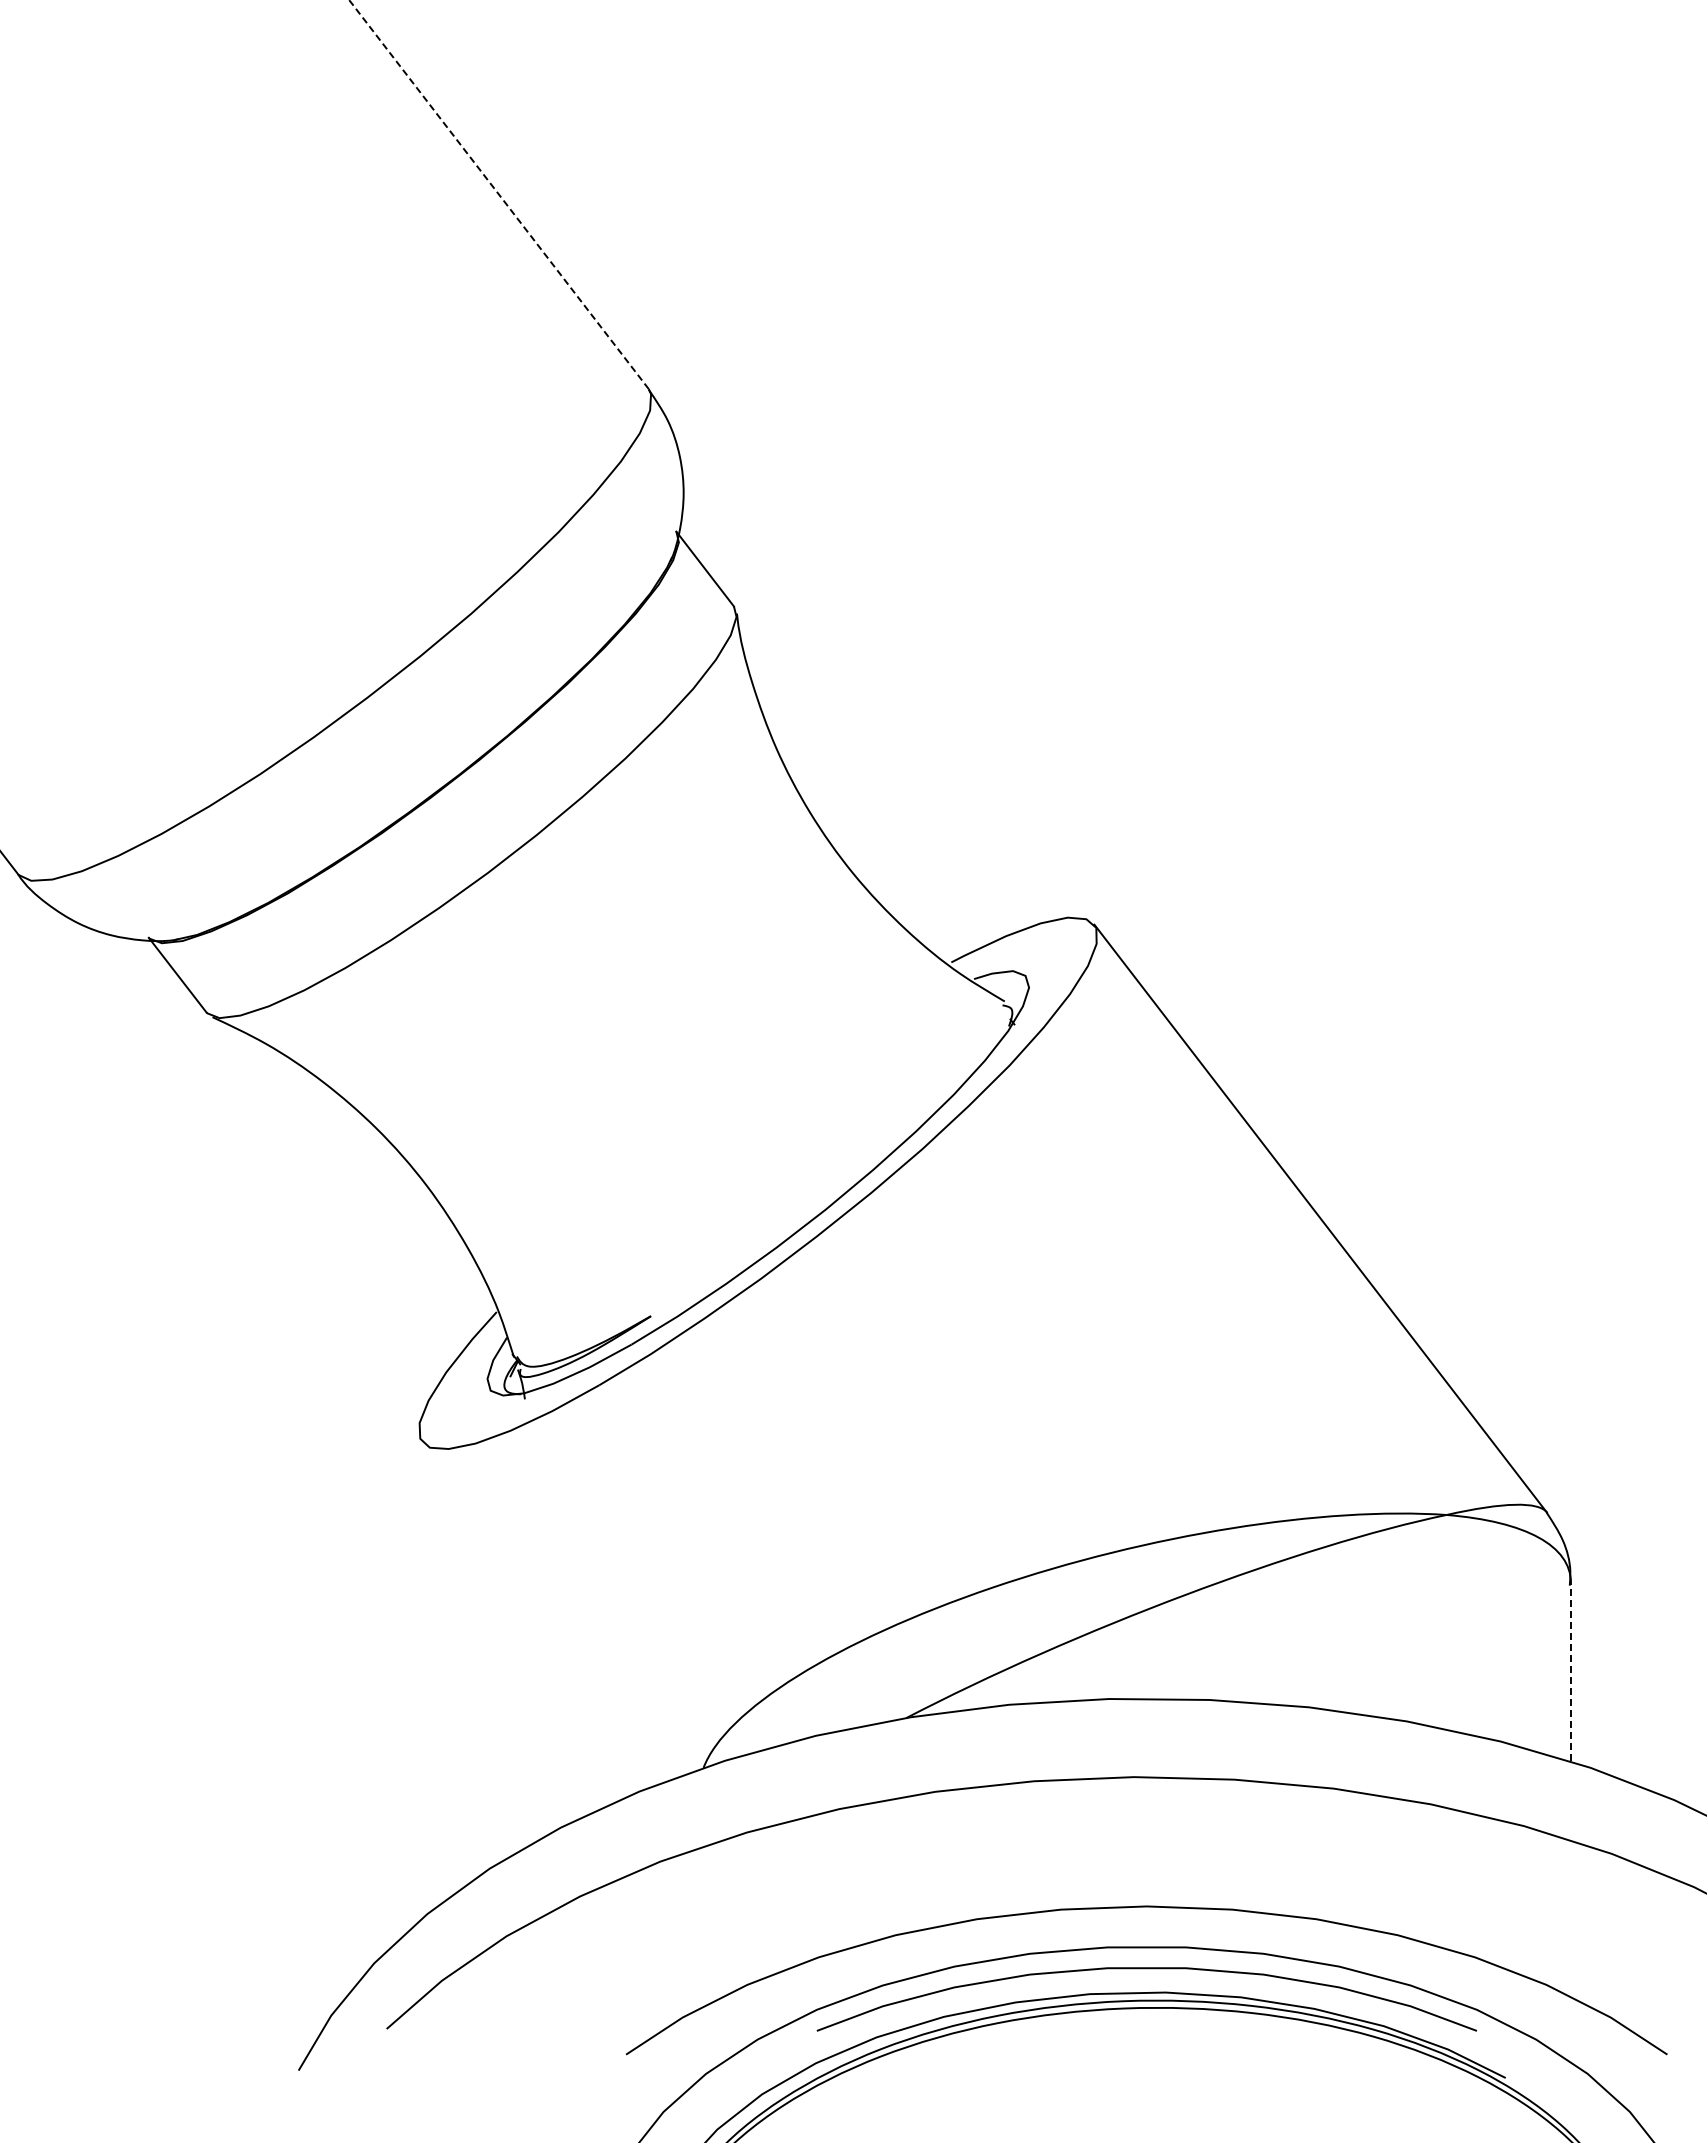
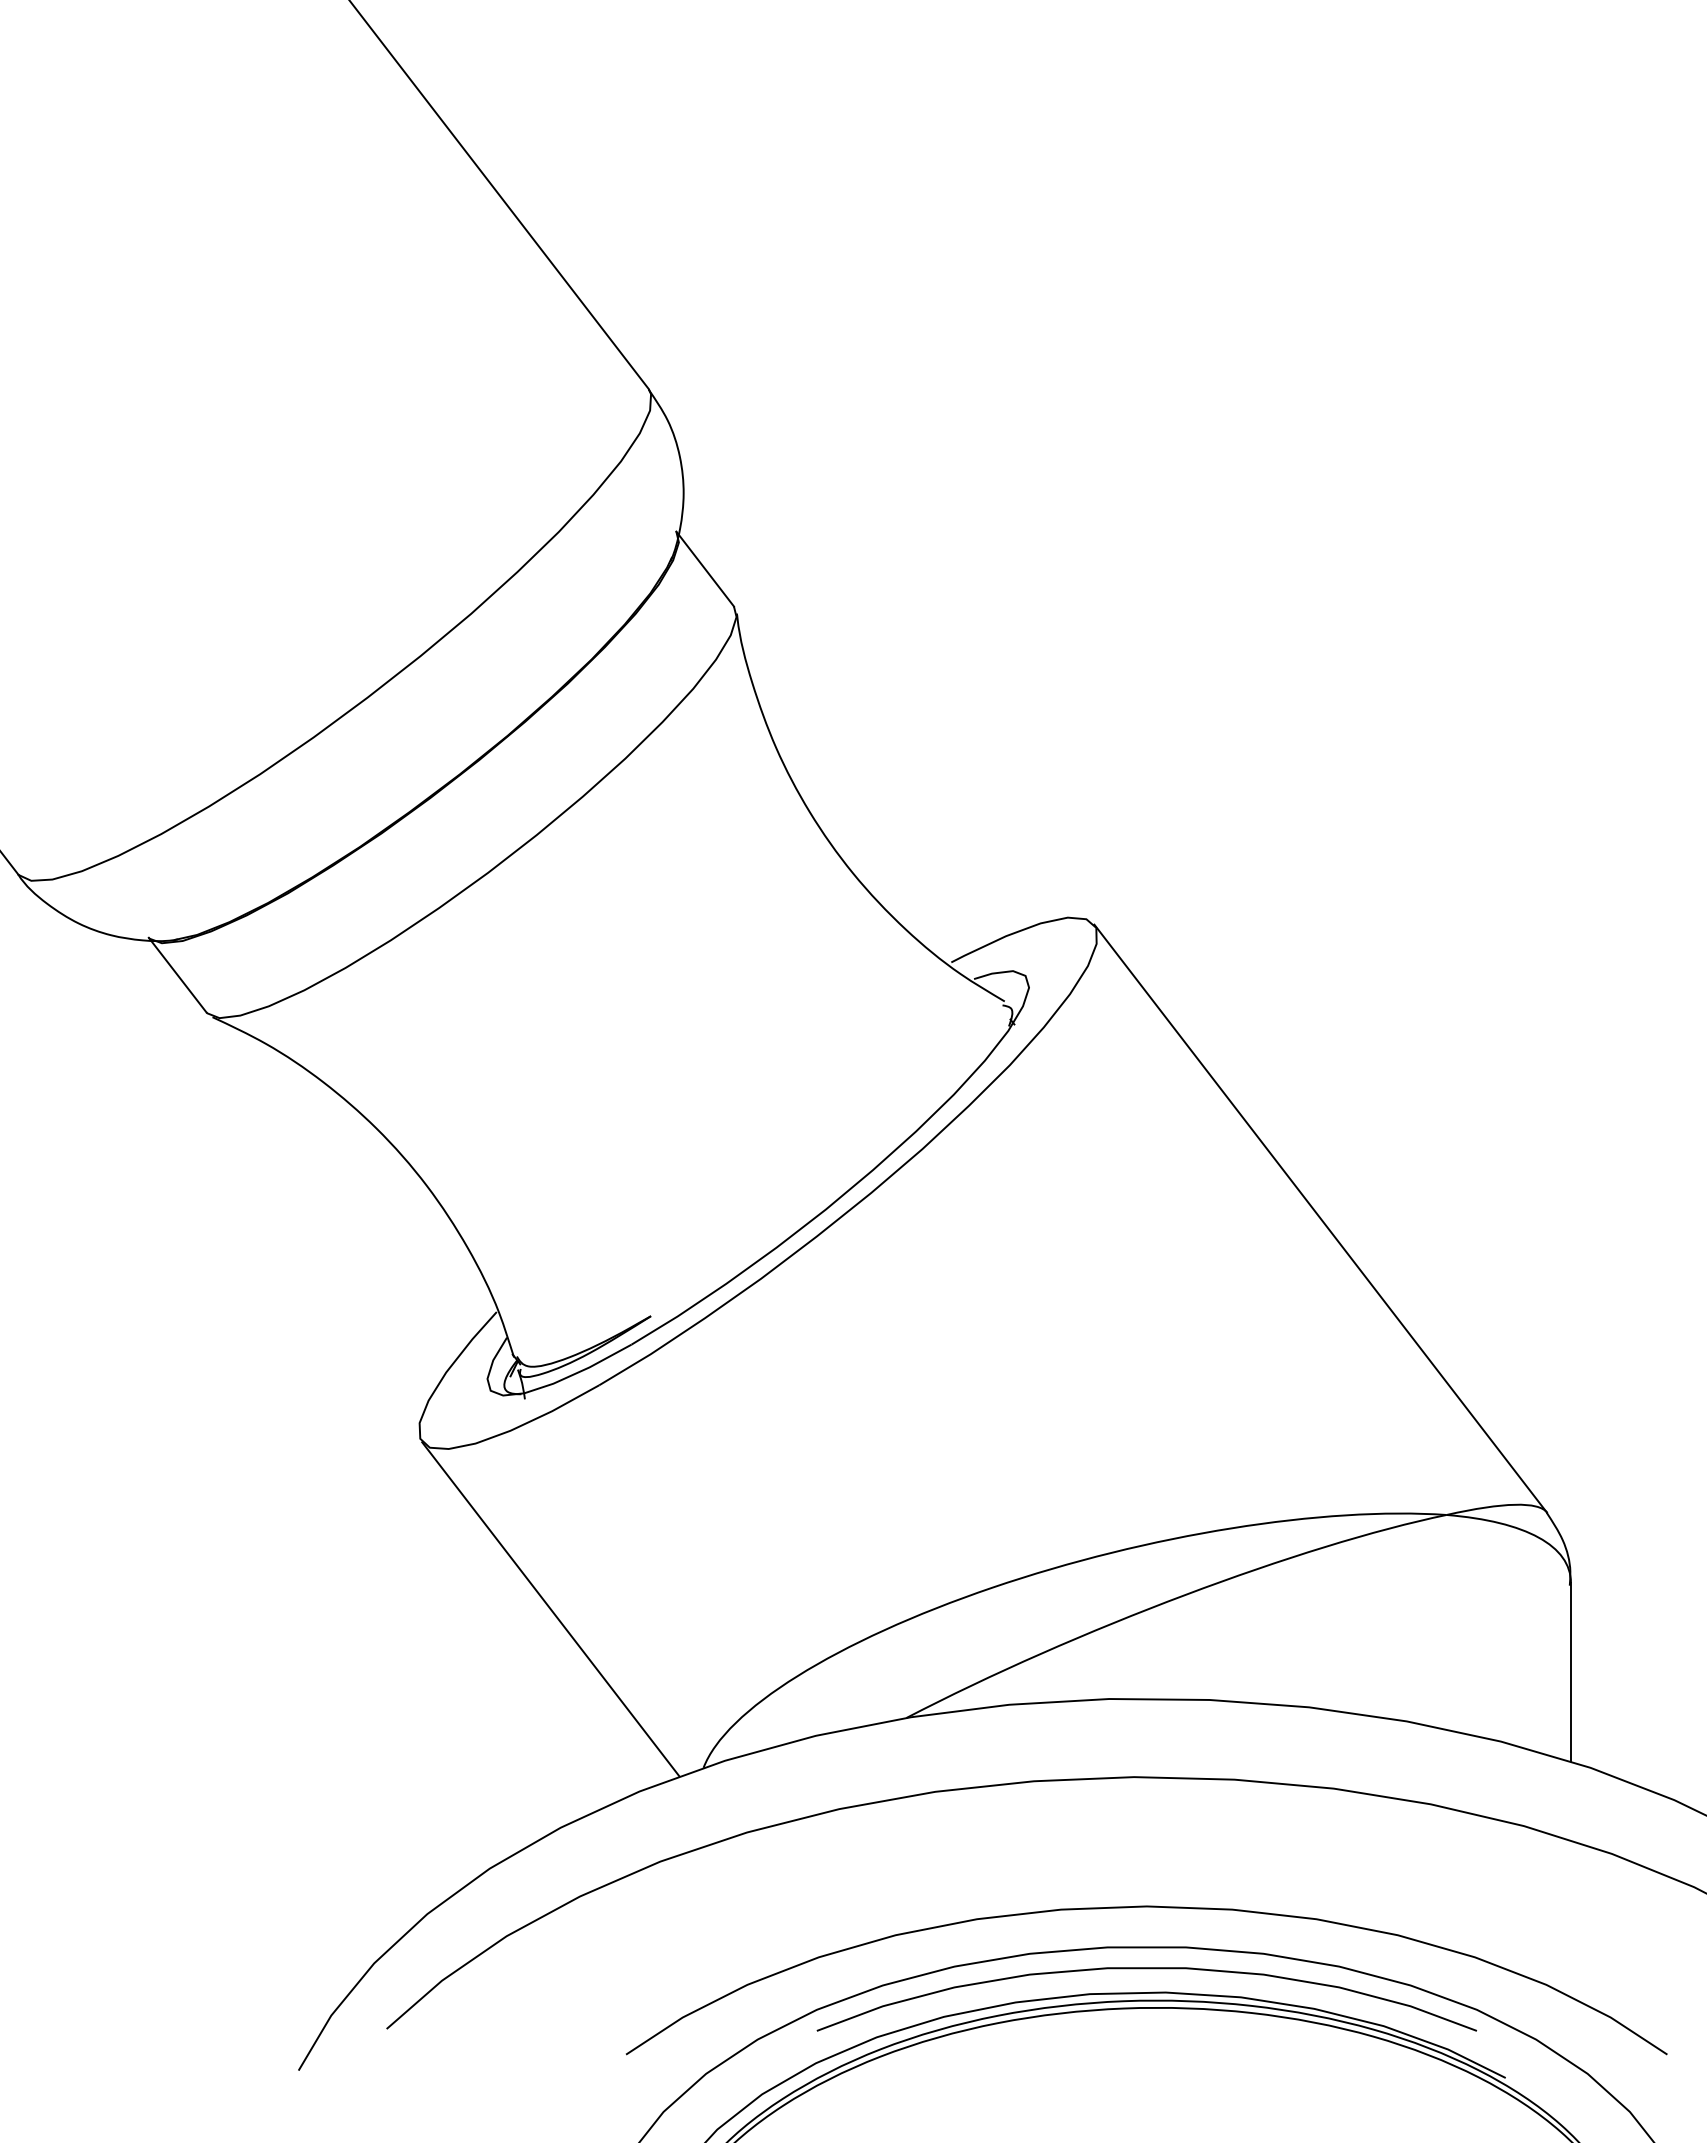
line at (498, 194): dashed -> solid
line at (550, 1609): none -> present
line at (1571, 1671): dashed -> solid
